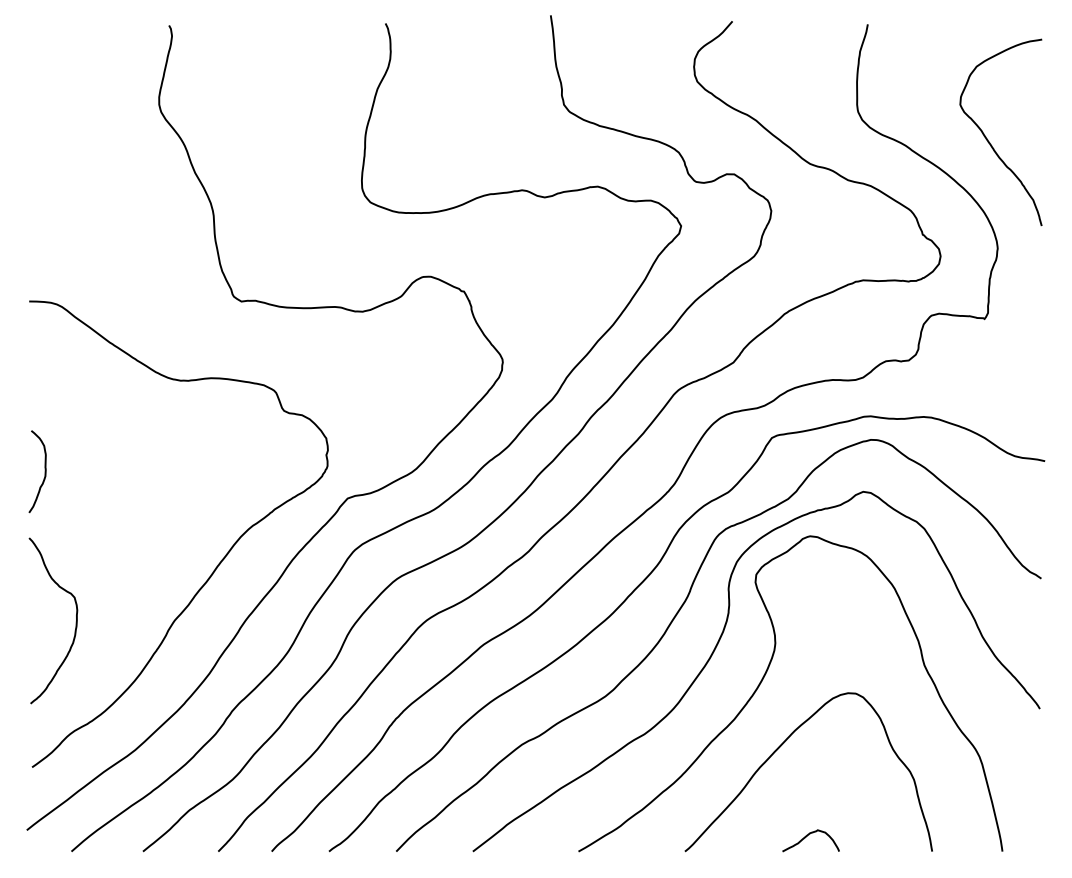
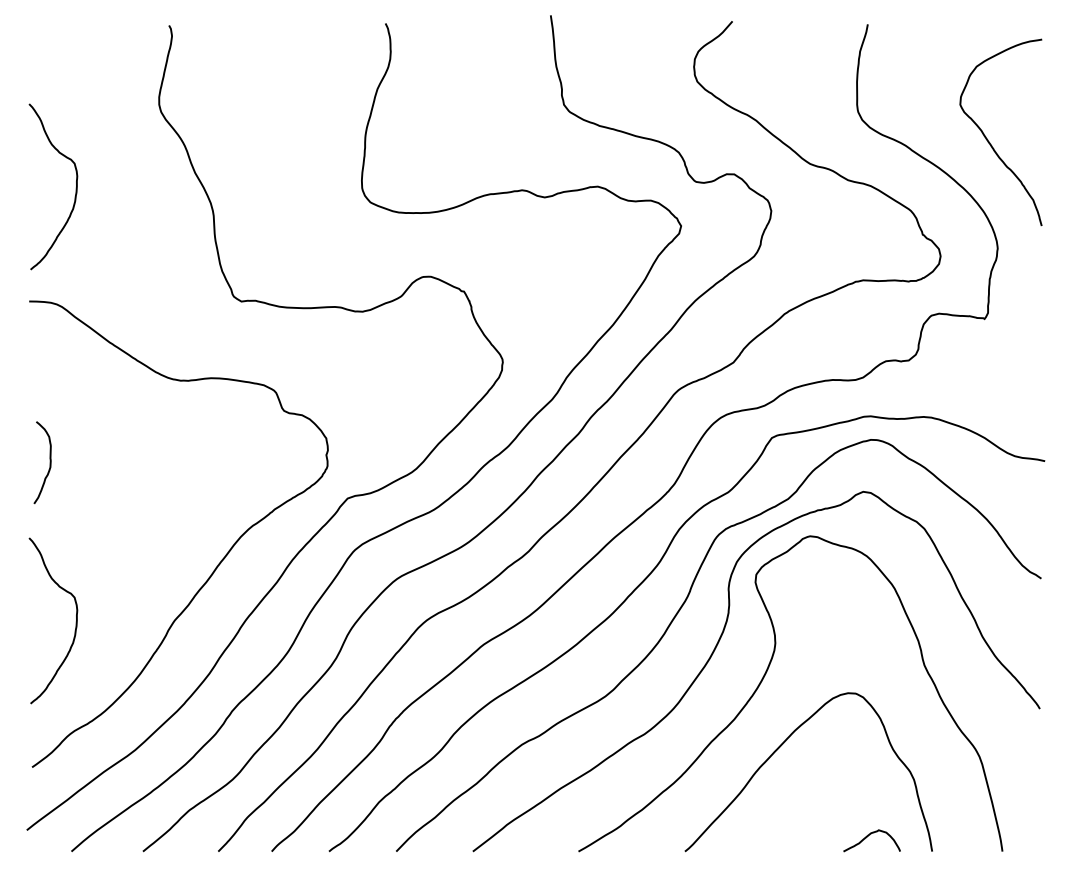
curve at (75, 188): none -> present
curve at (44, 471) position: (44, 471) -> (49, 462)
curve at (807, 836) position: (807, 836) -> (868, 836)
